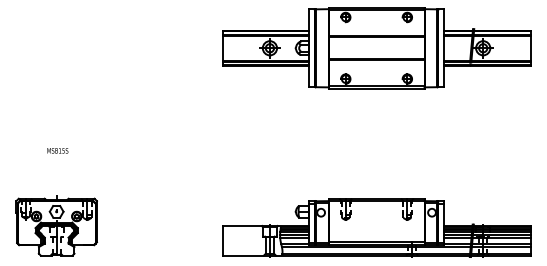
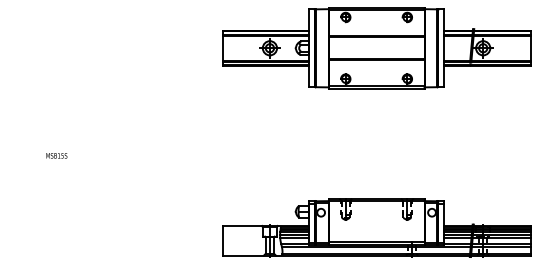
text at (57, 150) position: (57, 150) -> (56, 155)
part at (56, 225): present -> none
